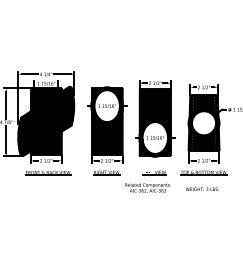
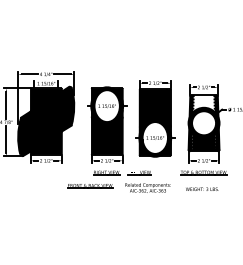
fill at (203, 103): present -> none
part at (154, 172) position: (154, 172) -> (139, 172)
line at (48, 173) position: (48, 173) -> (90, 186)
